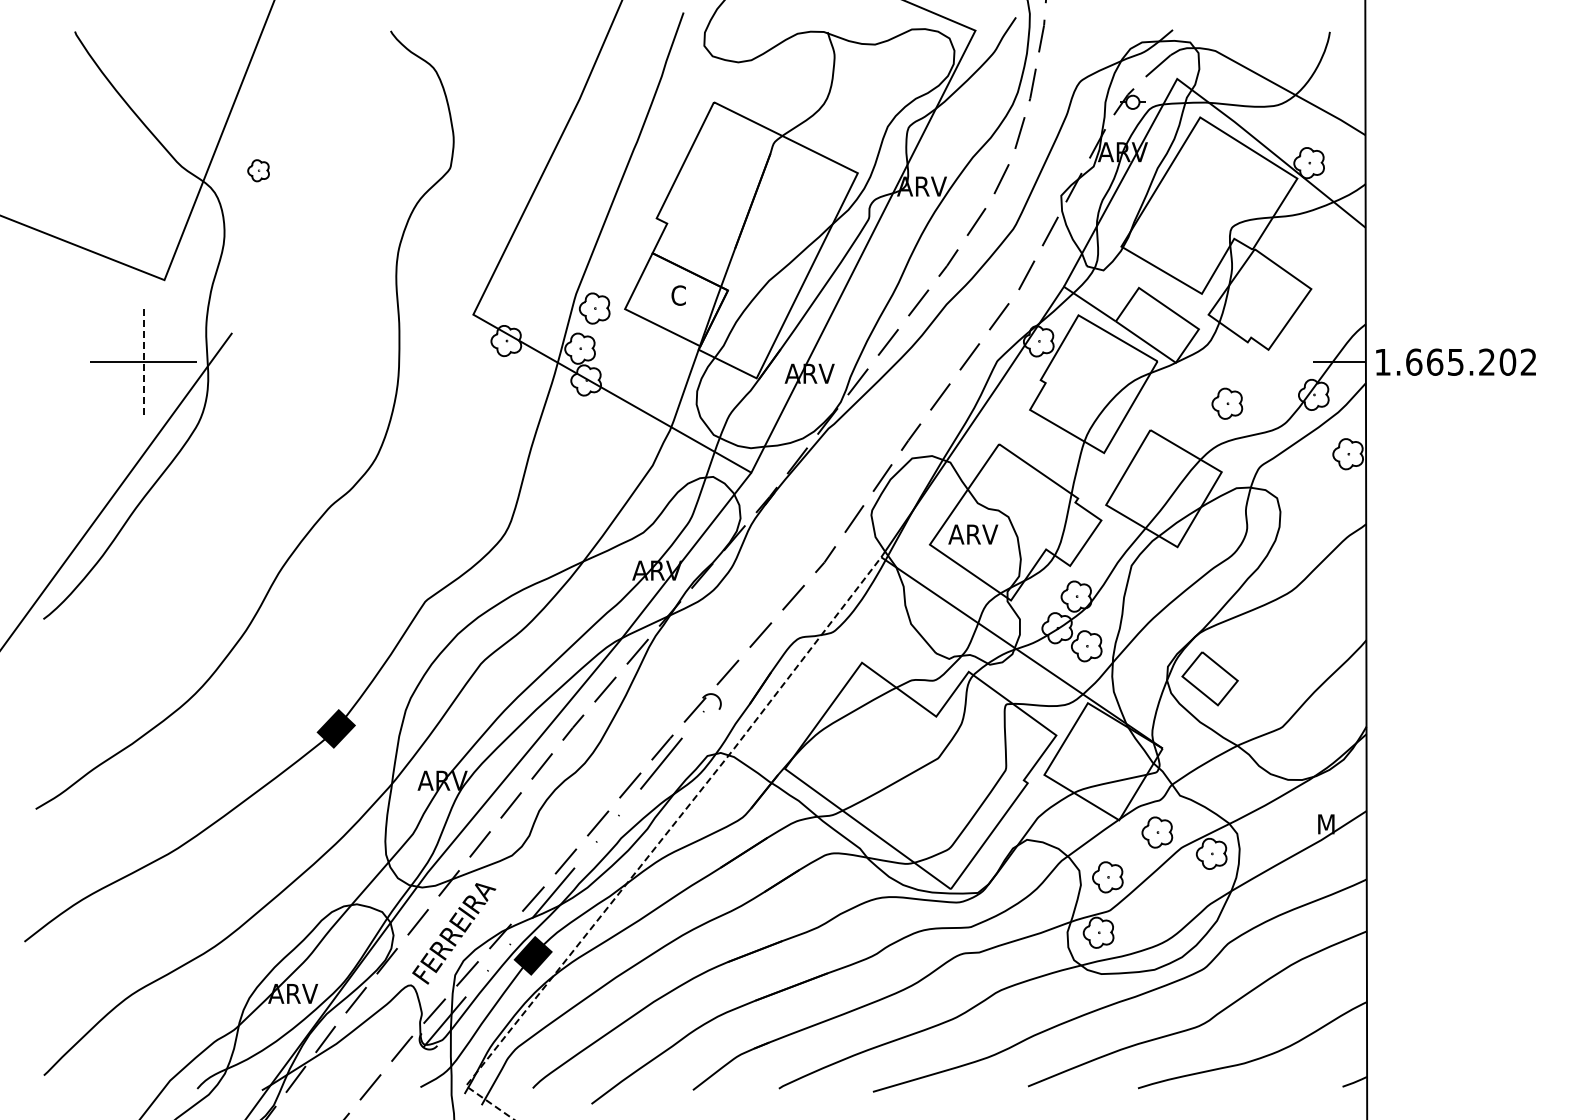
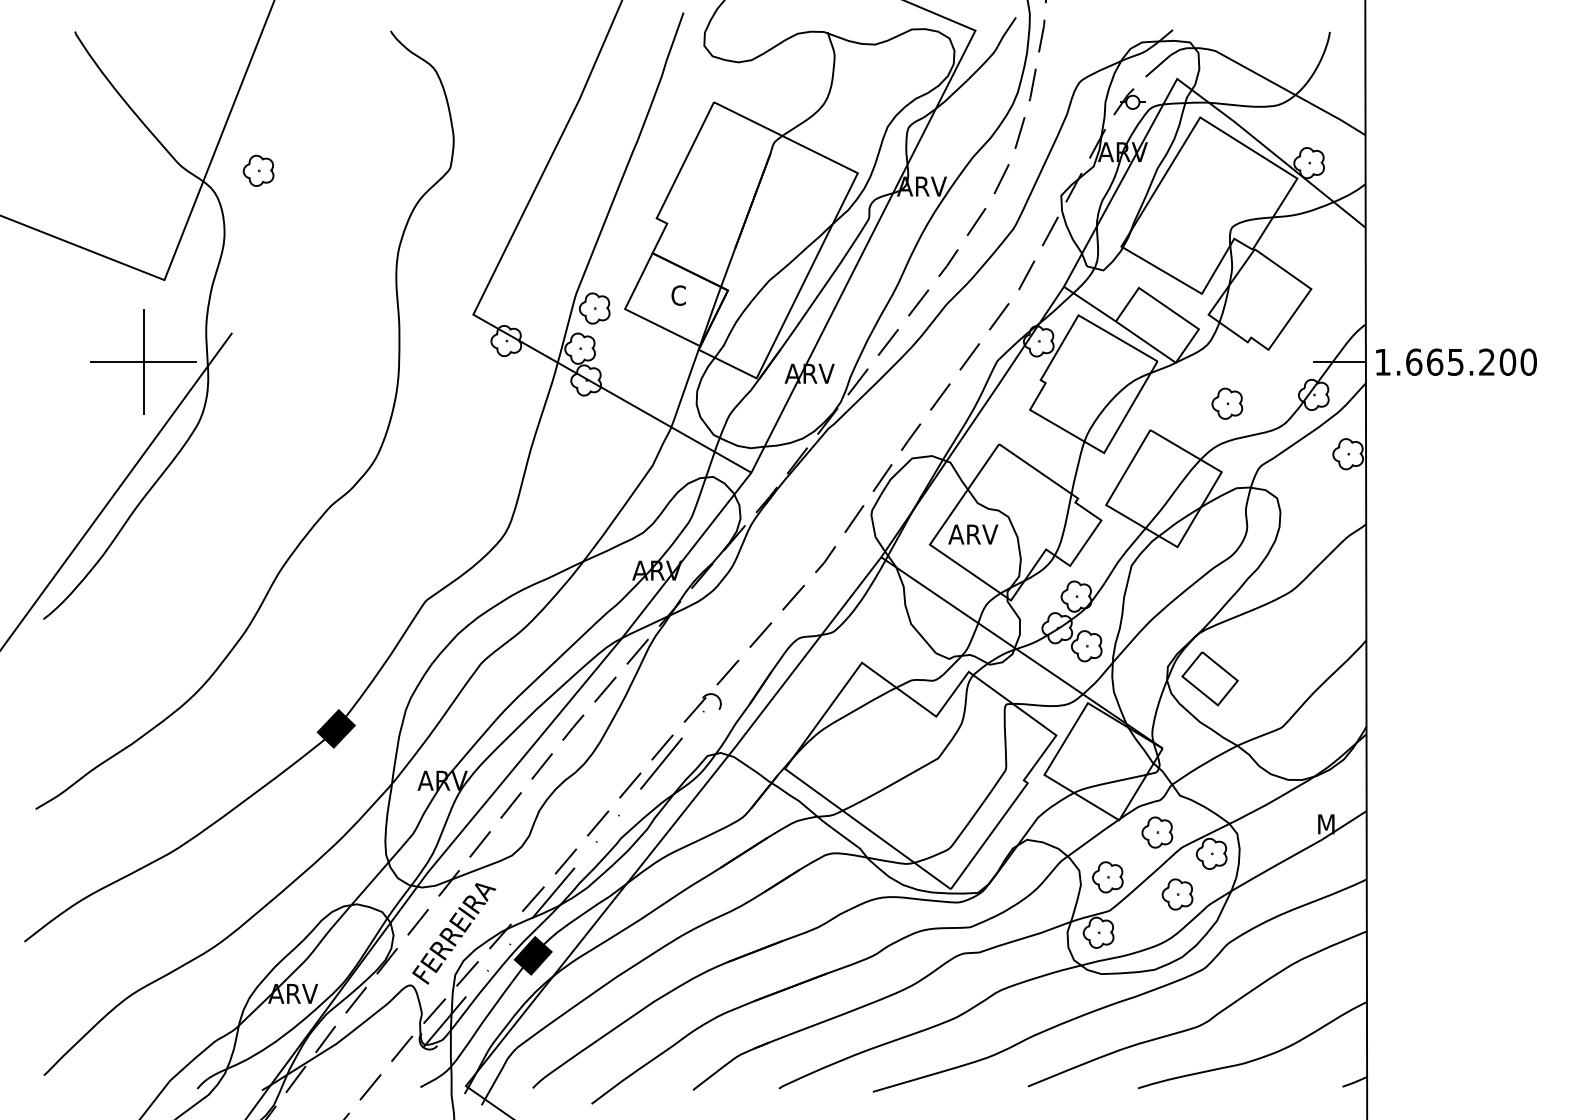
part at (258, 170) size: 23x24 px -> 33x33 px
text at (1528, 361): 1.665.202 -> 1.665.200
line at (143, 362): dashed -> solid
line at (656, 845): dashed -> solid
part at (1177, 894): none -> present
